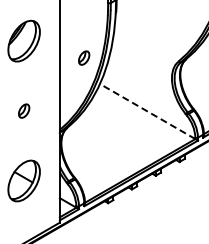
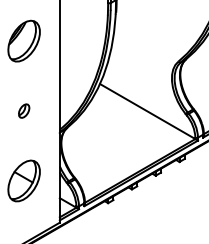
part at (84, 57): present -> none
line at (147, 111): dashed -> solid
